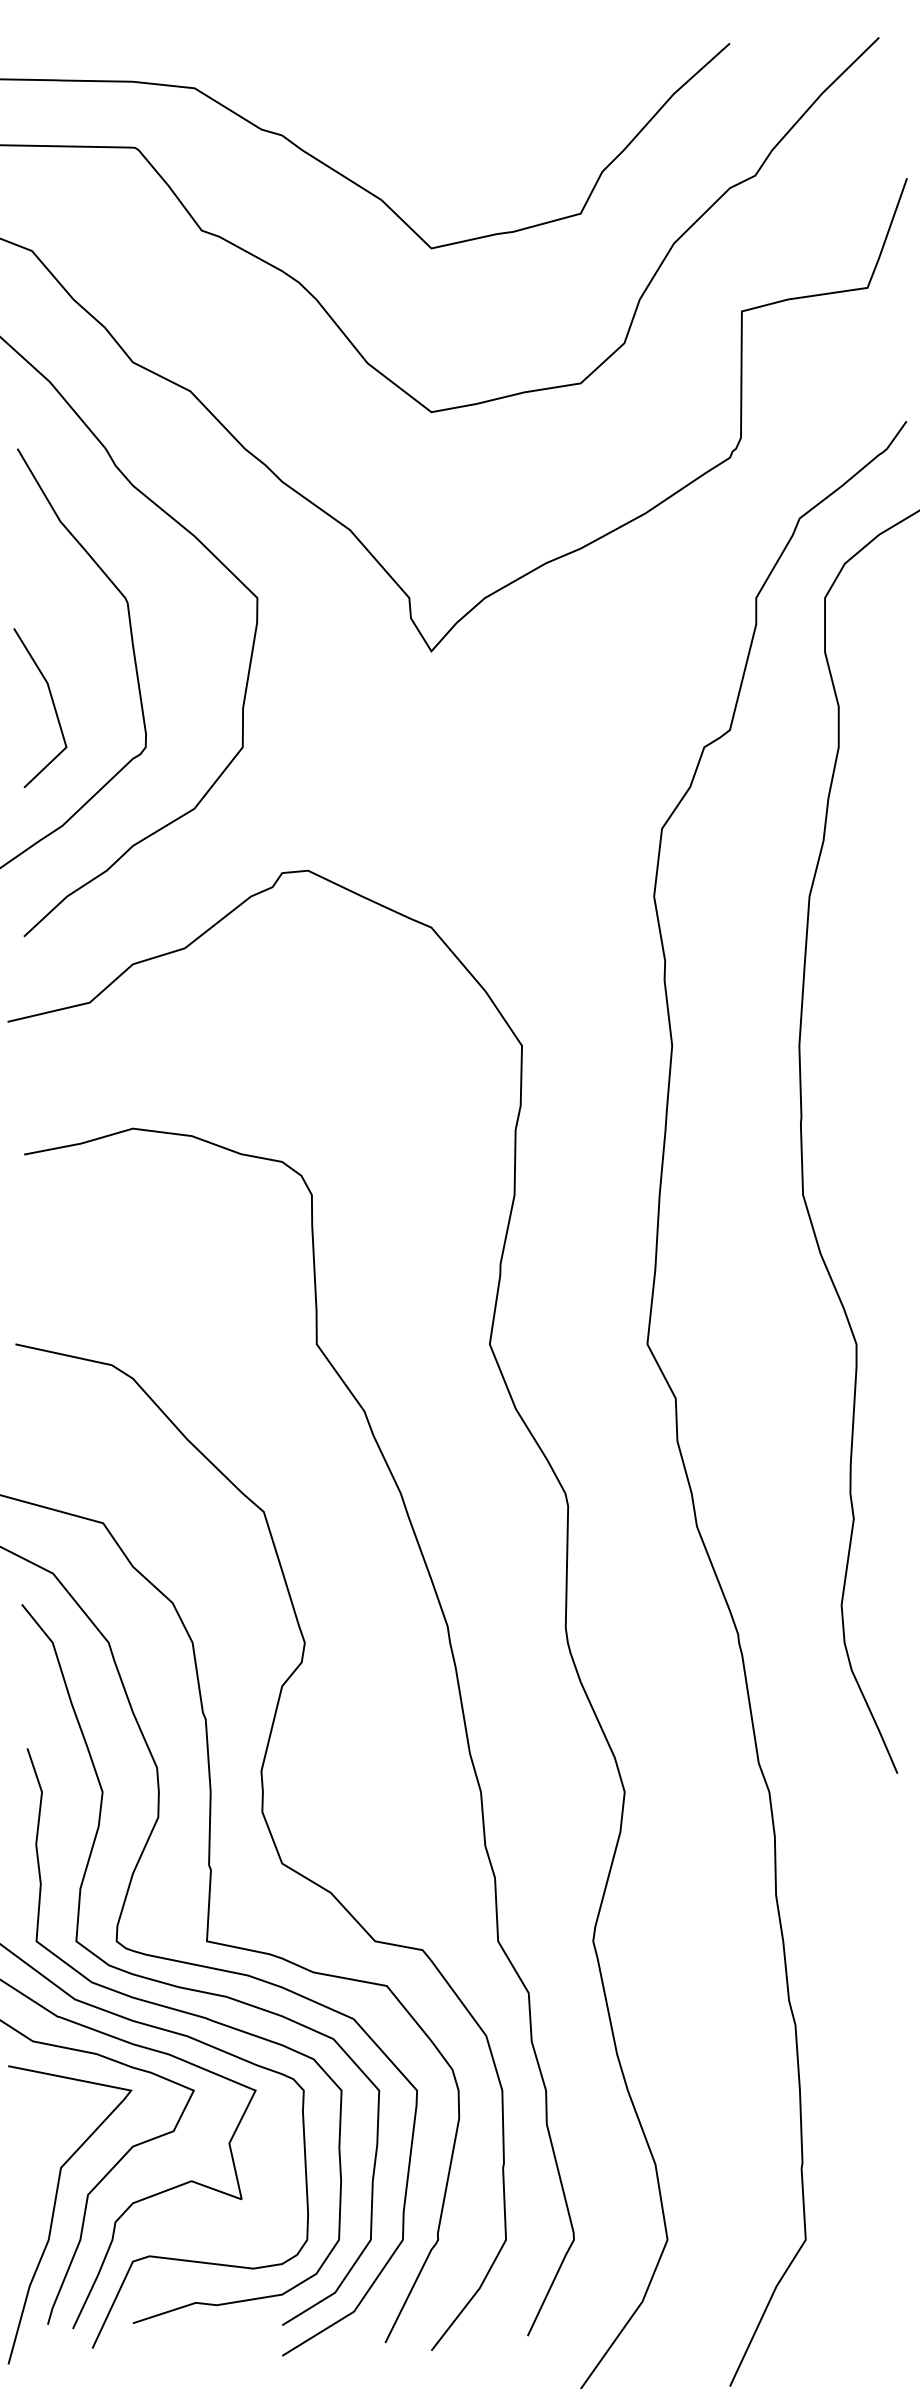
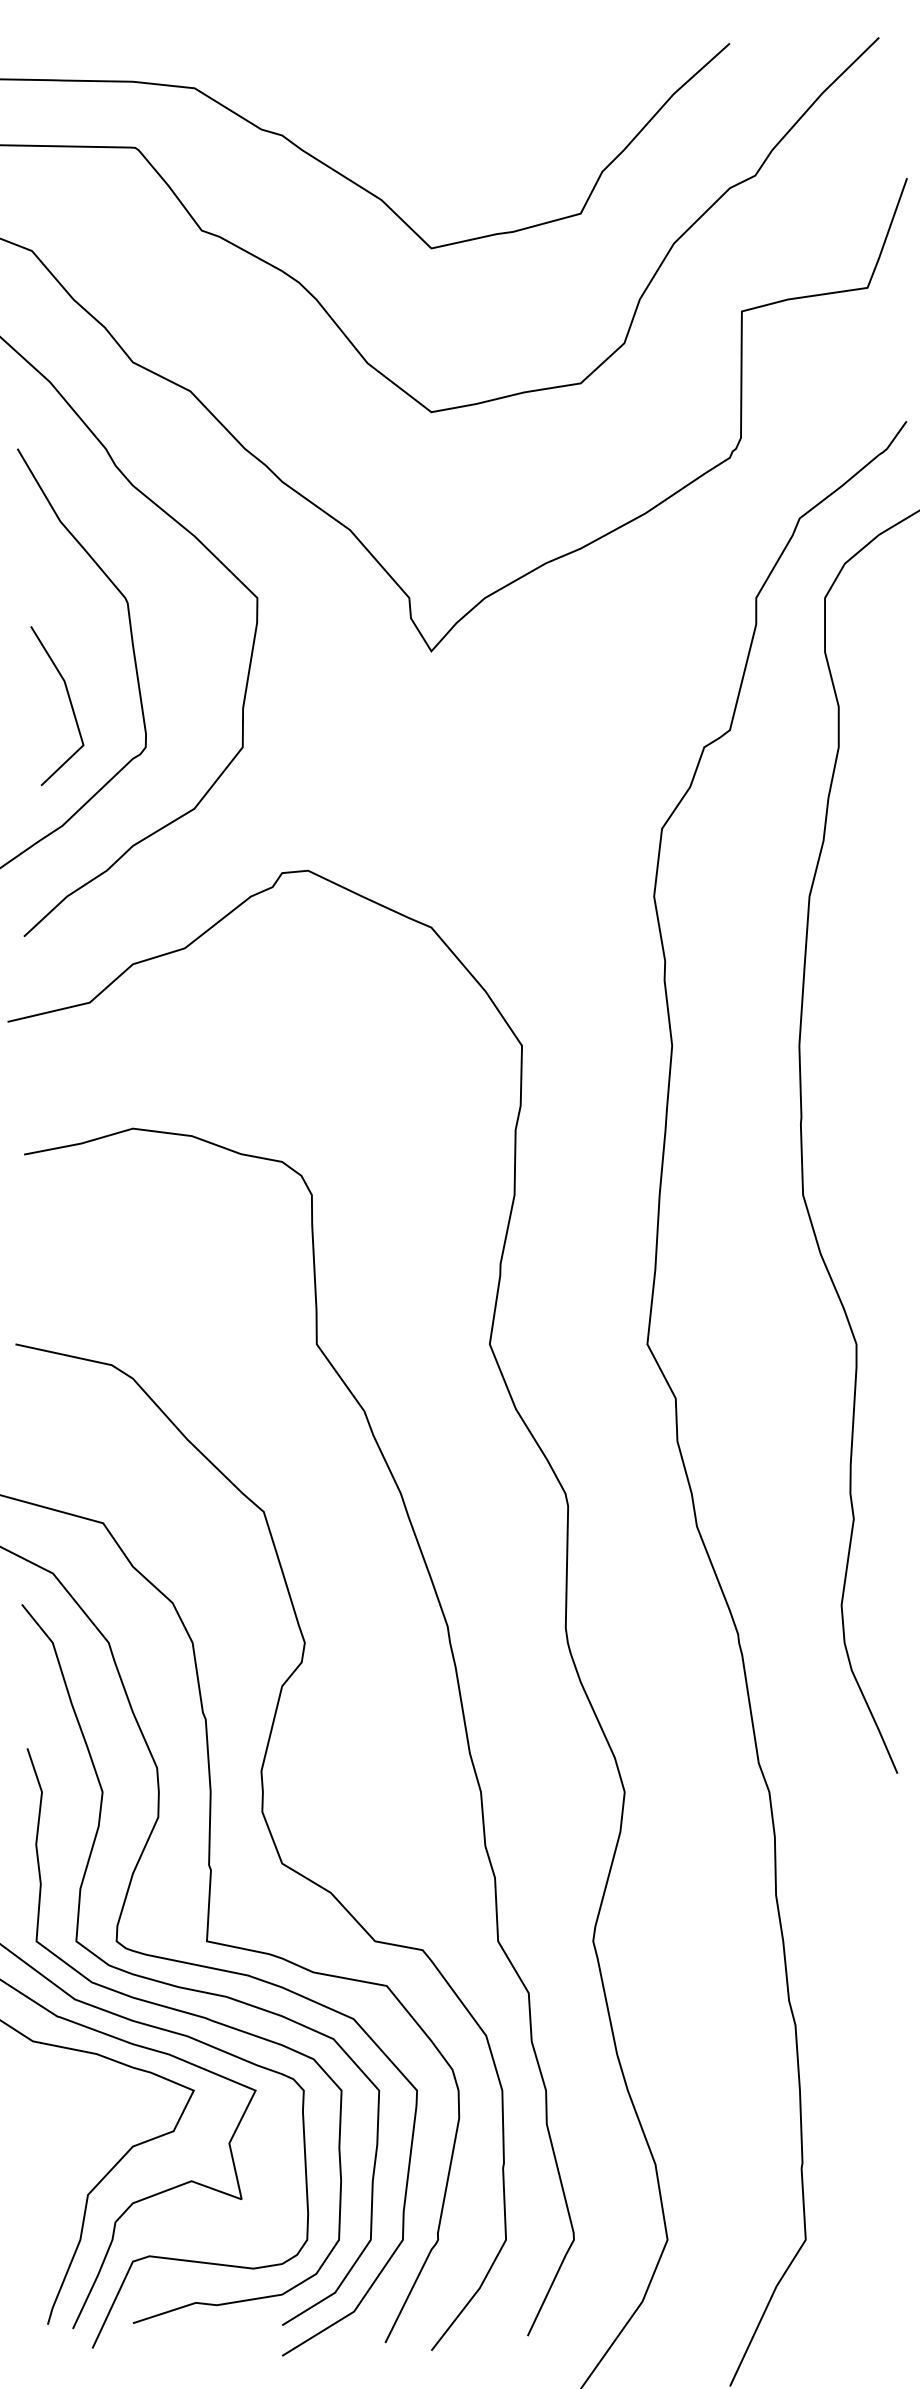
line at (52, 704) position: (52, 704) -> (69, 702)
curve at (54, 2213): present -> none
